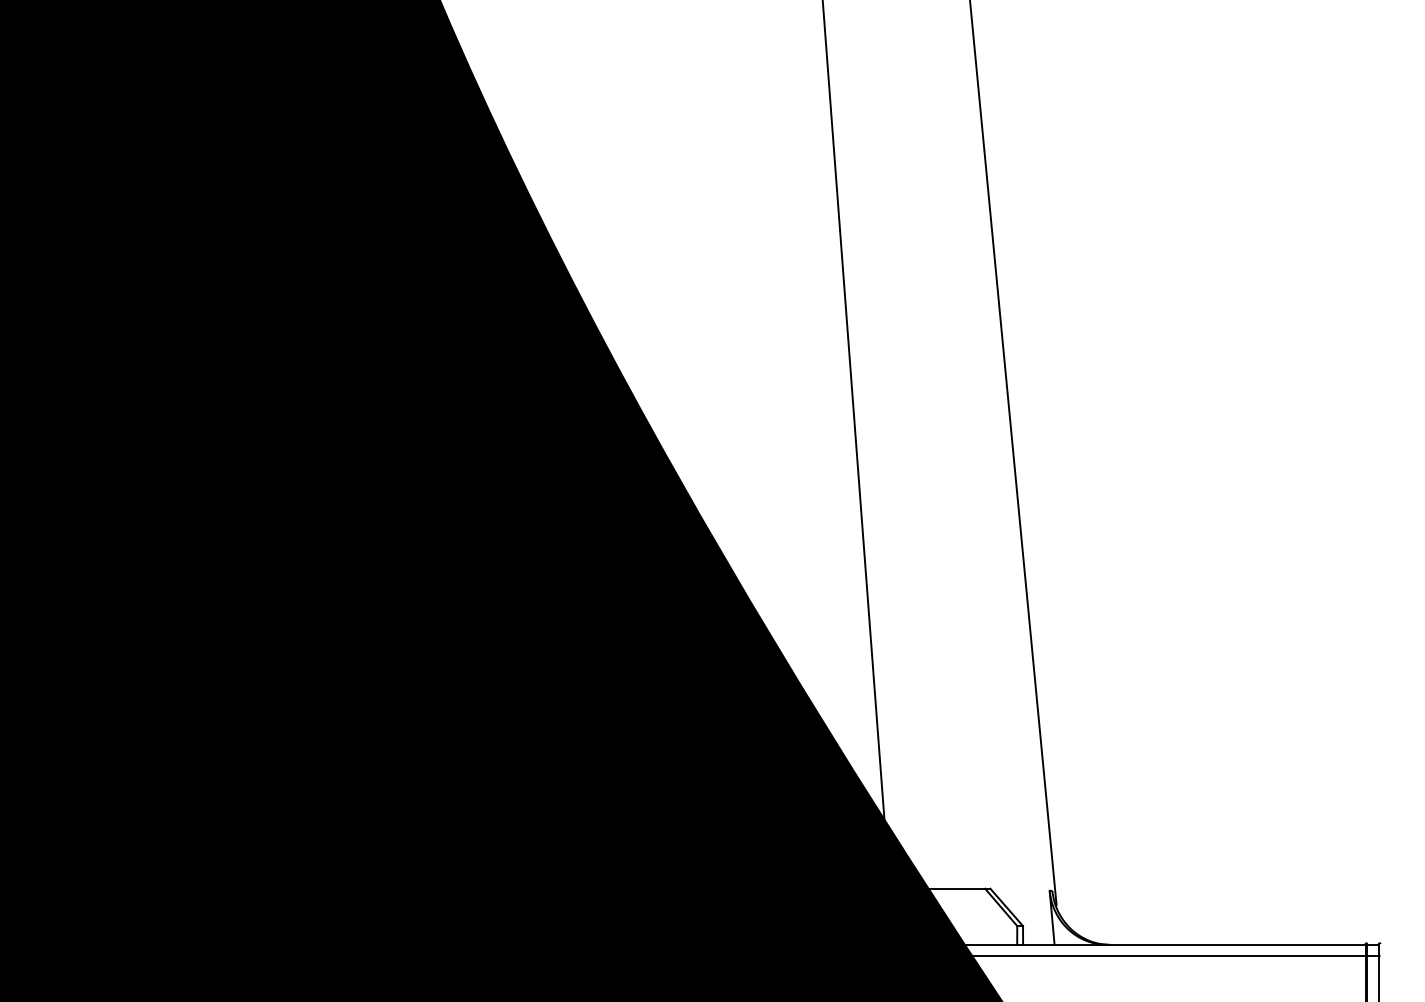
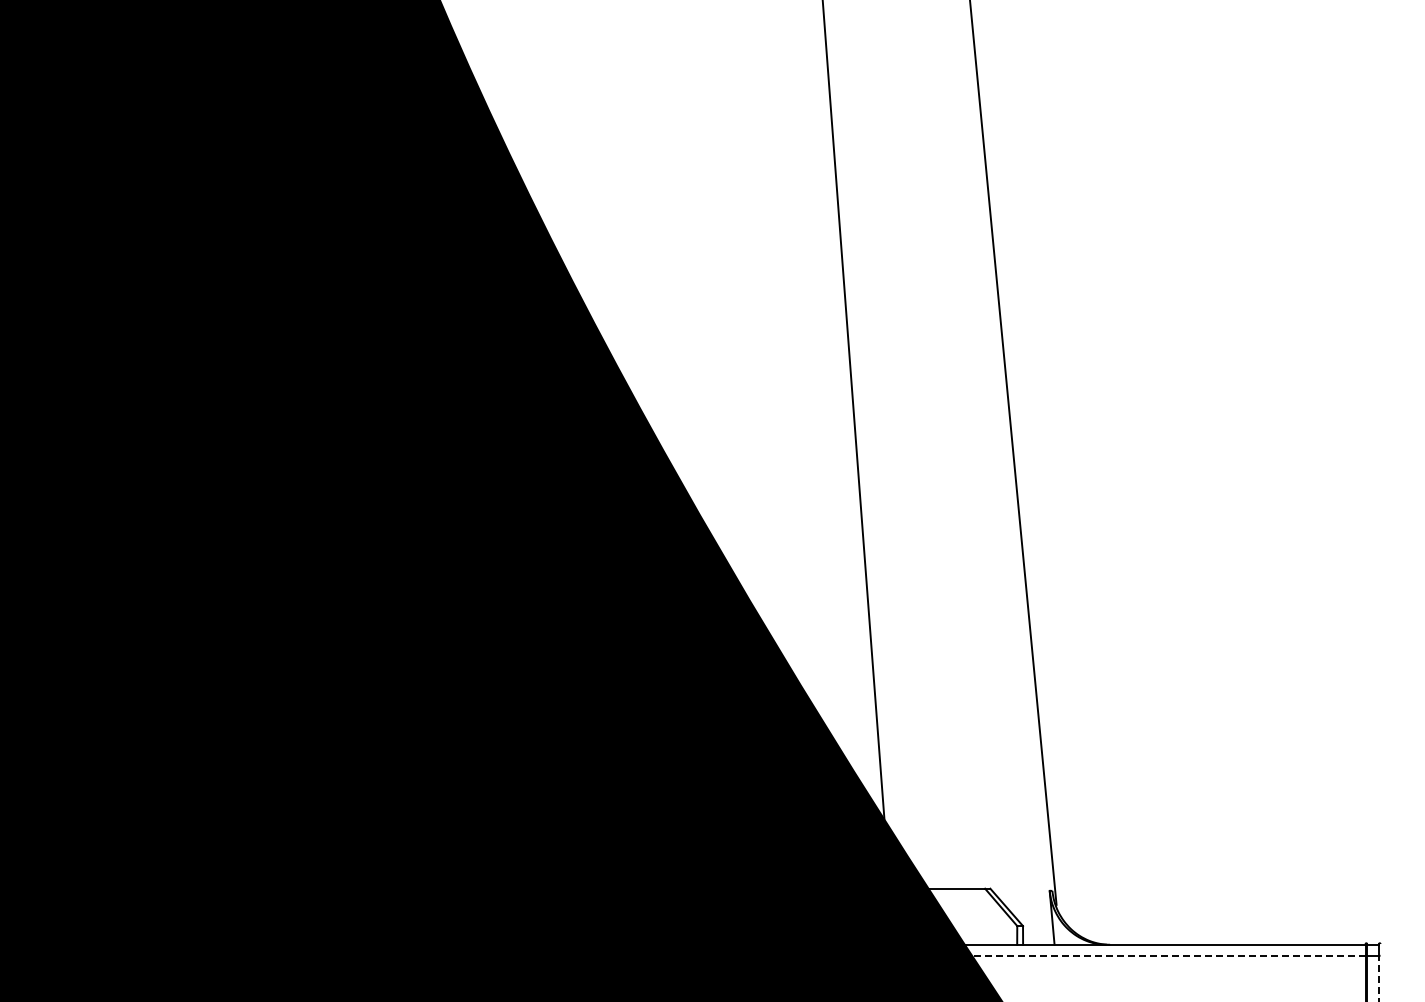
line at (1168, 955): solid -> dashed
line at (1379, 978): solid -> dashed
